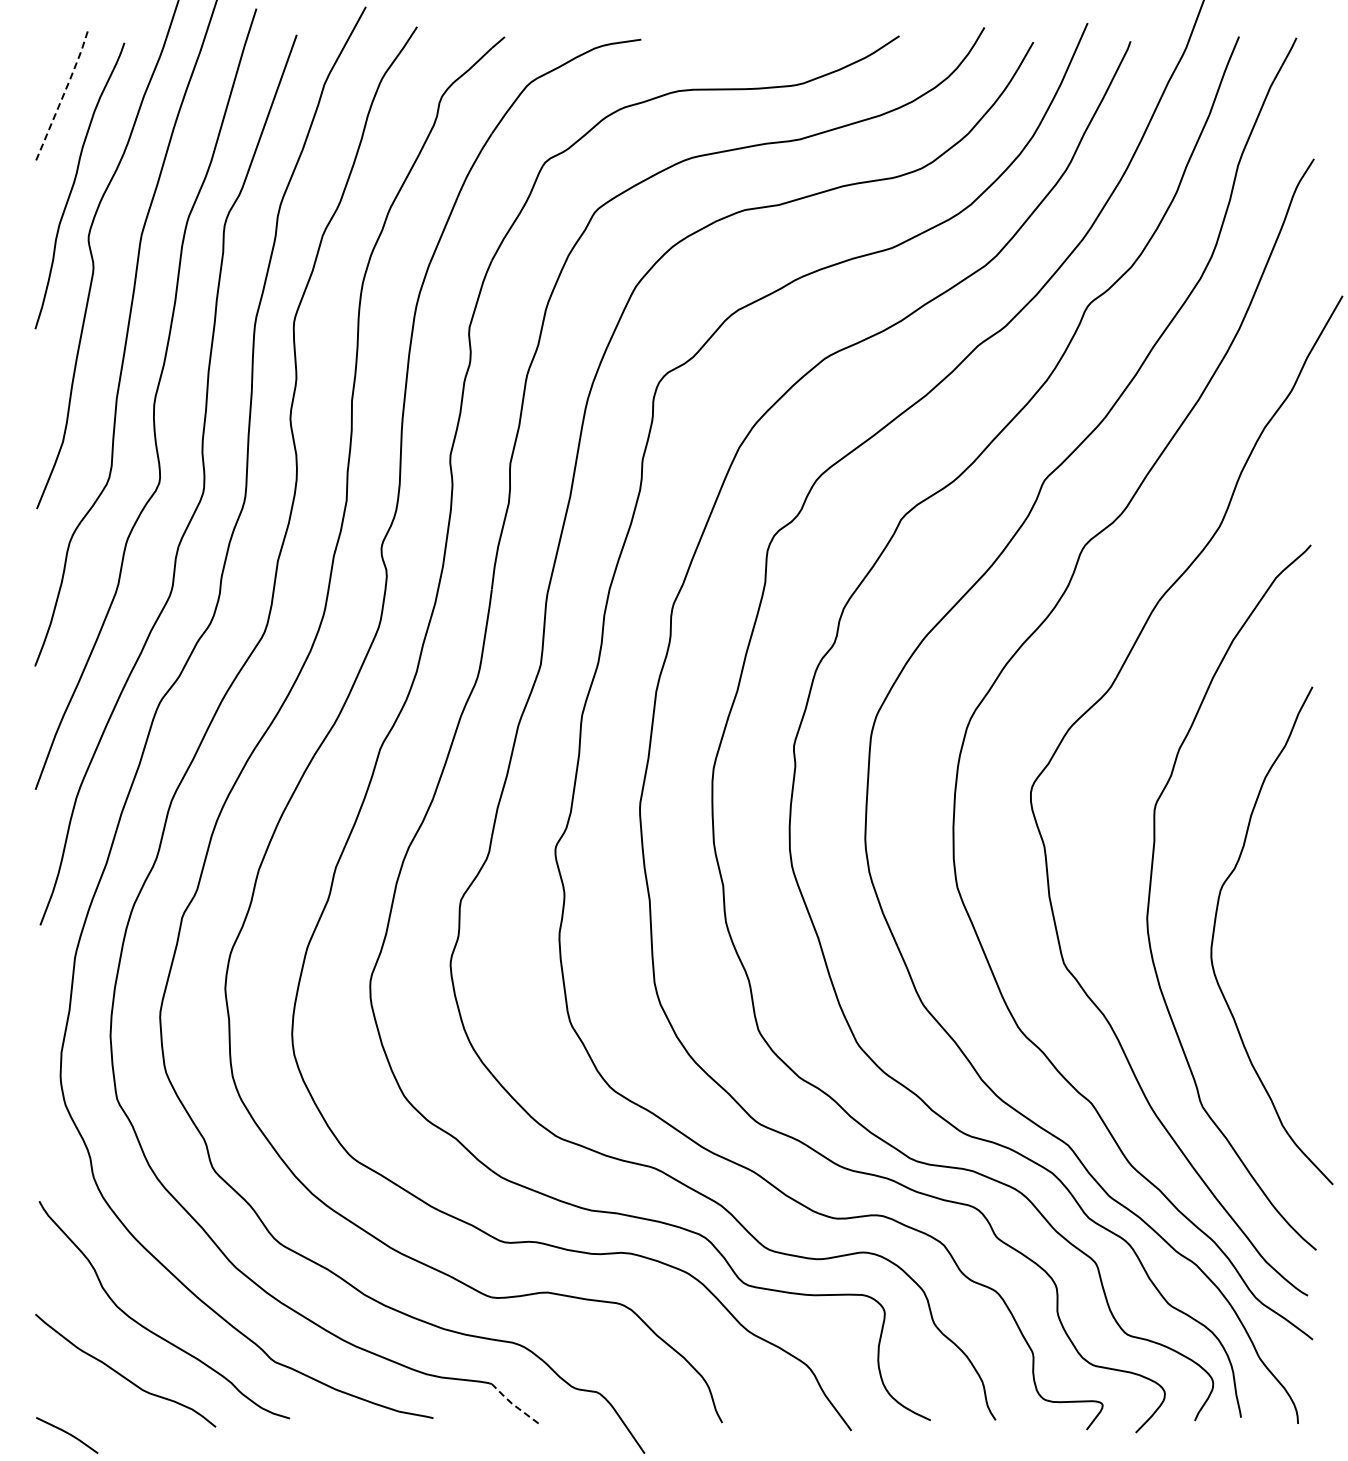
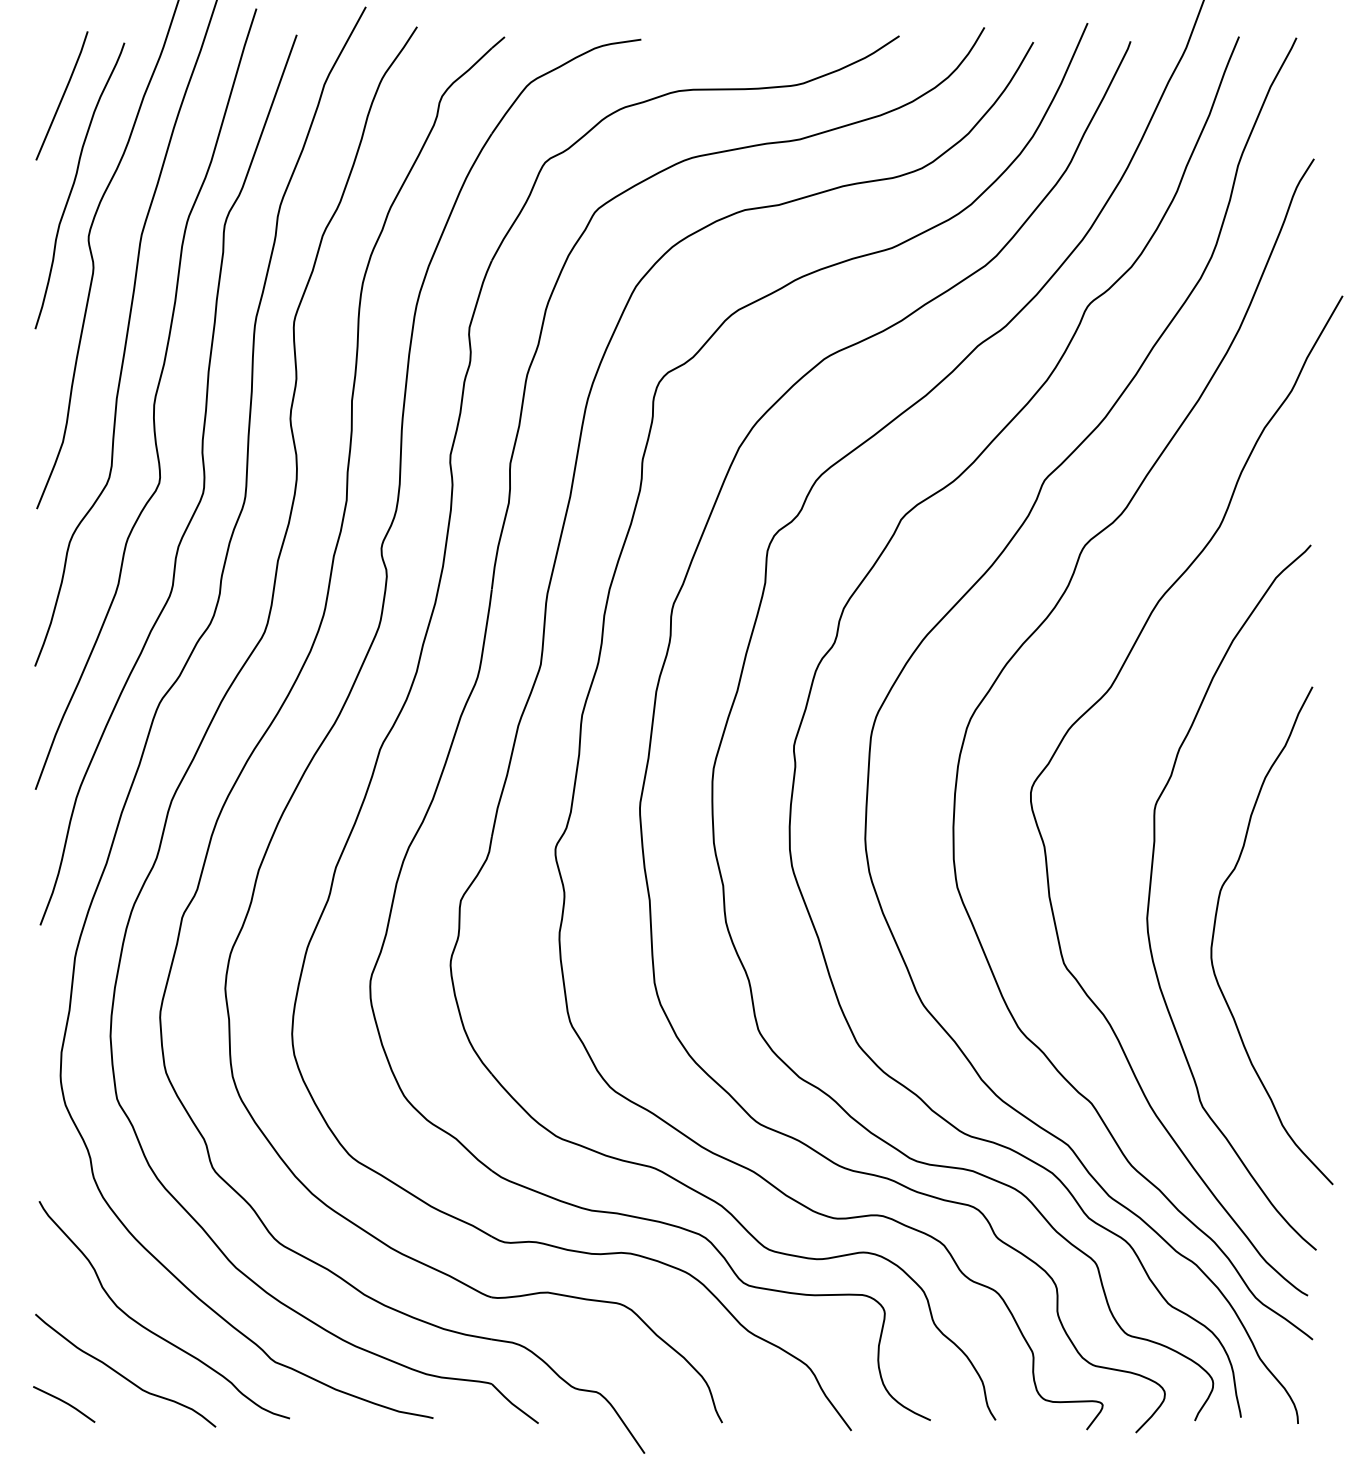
line at (63, 95): dashed -> solid
line at (512, 1404): dashed -> solid
line at (67, 1434) position: (67, 1434) -> (64, 1403)
